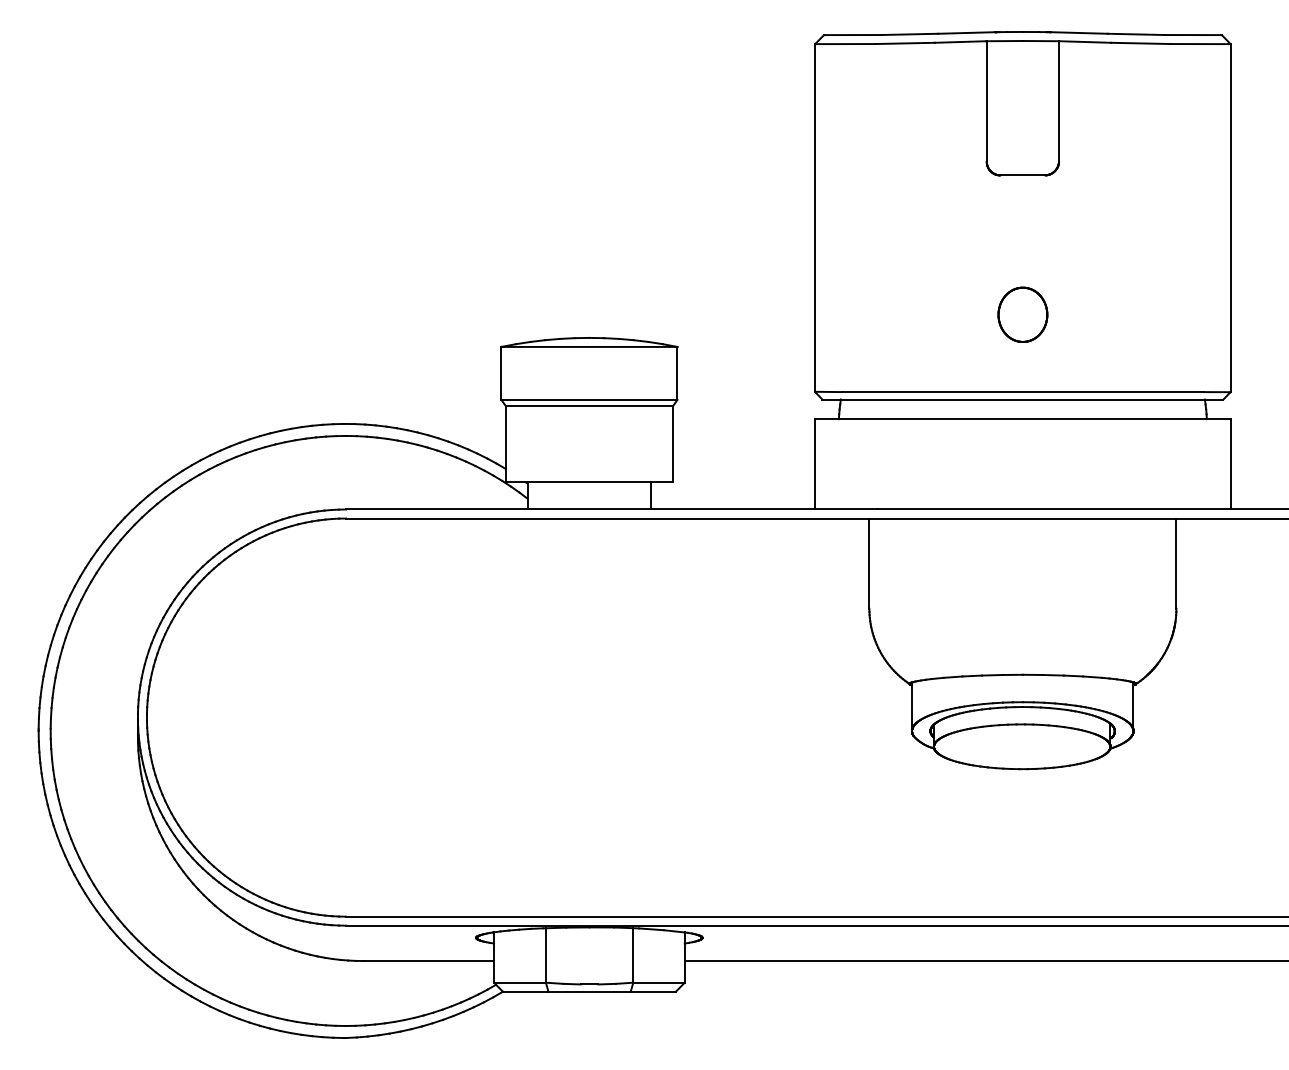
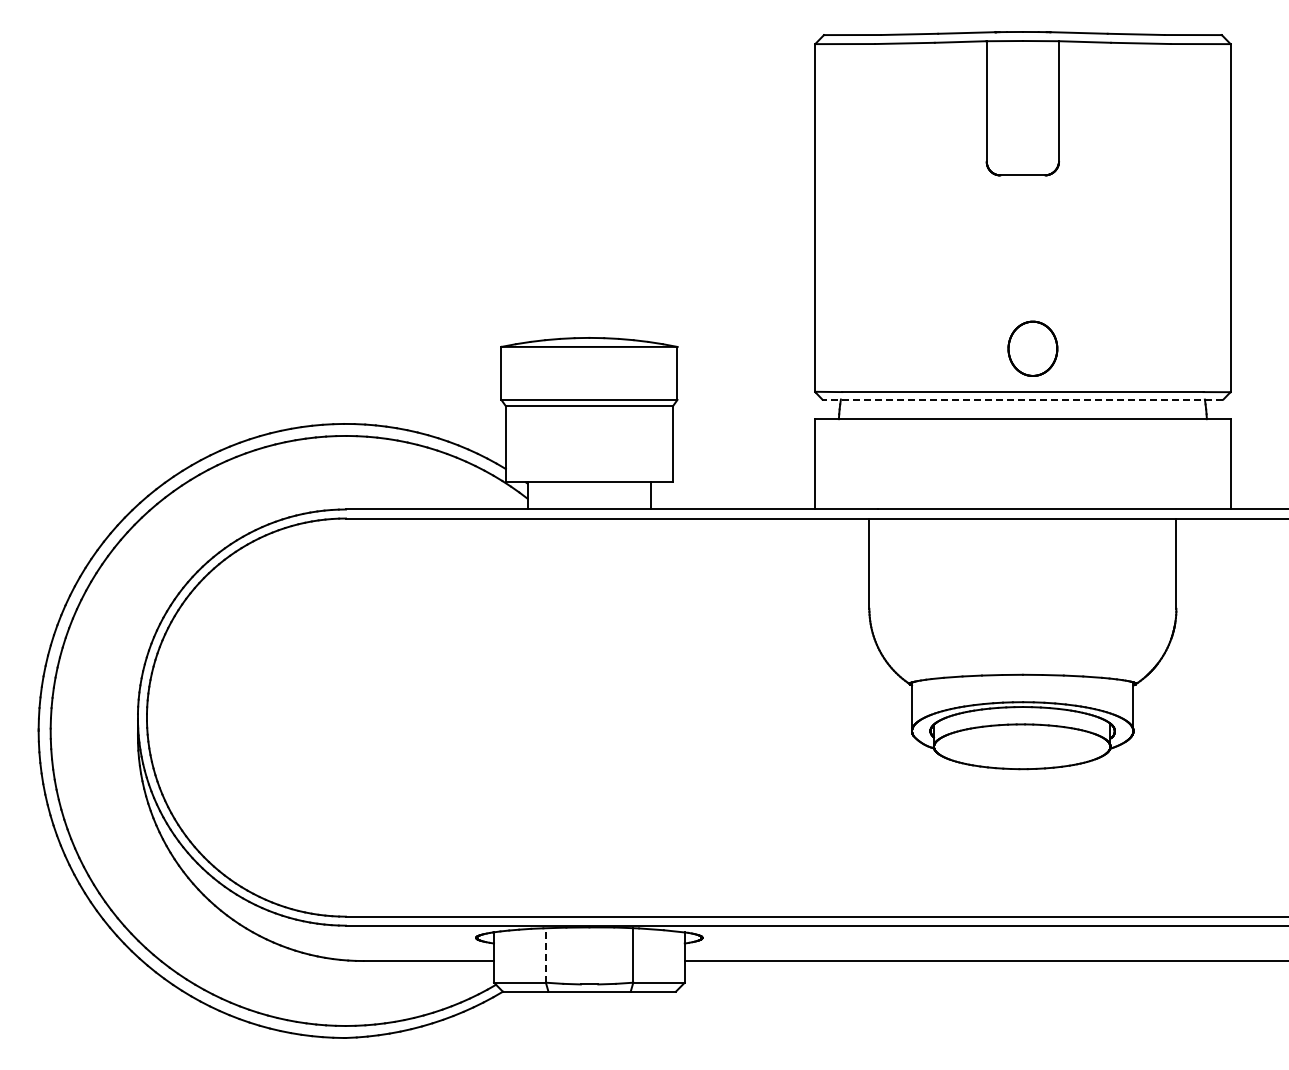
part at (1022, 314) position: (1022, 314) -> (1032, 348)
line at (1022, 399): solid -> dashed
line at (545, 954): solid -> dashed
